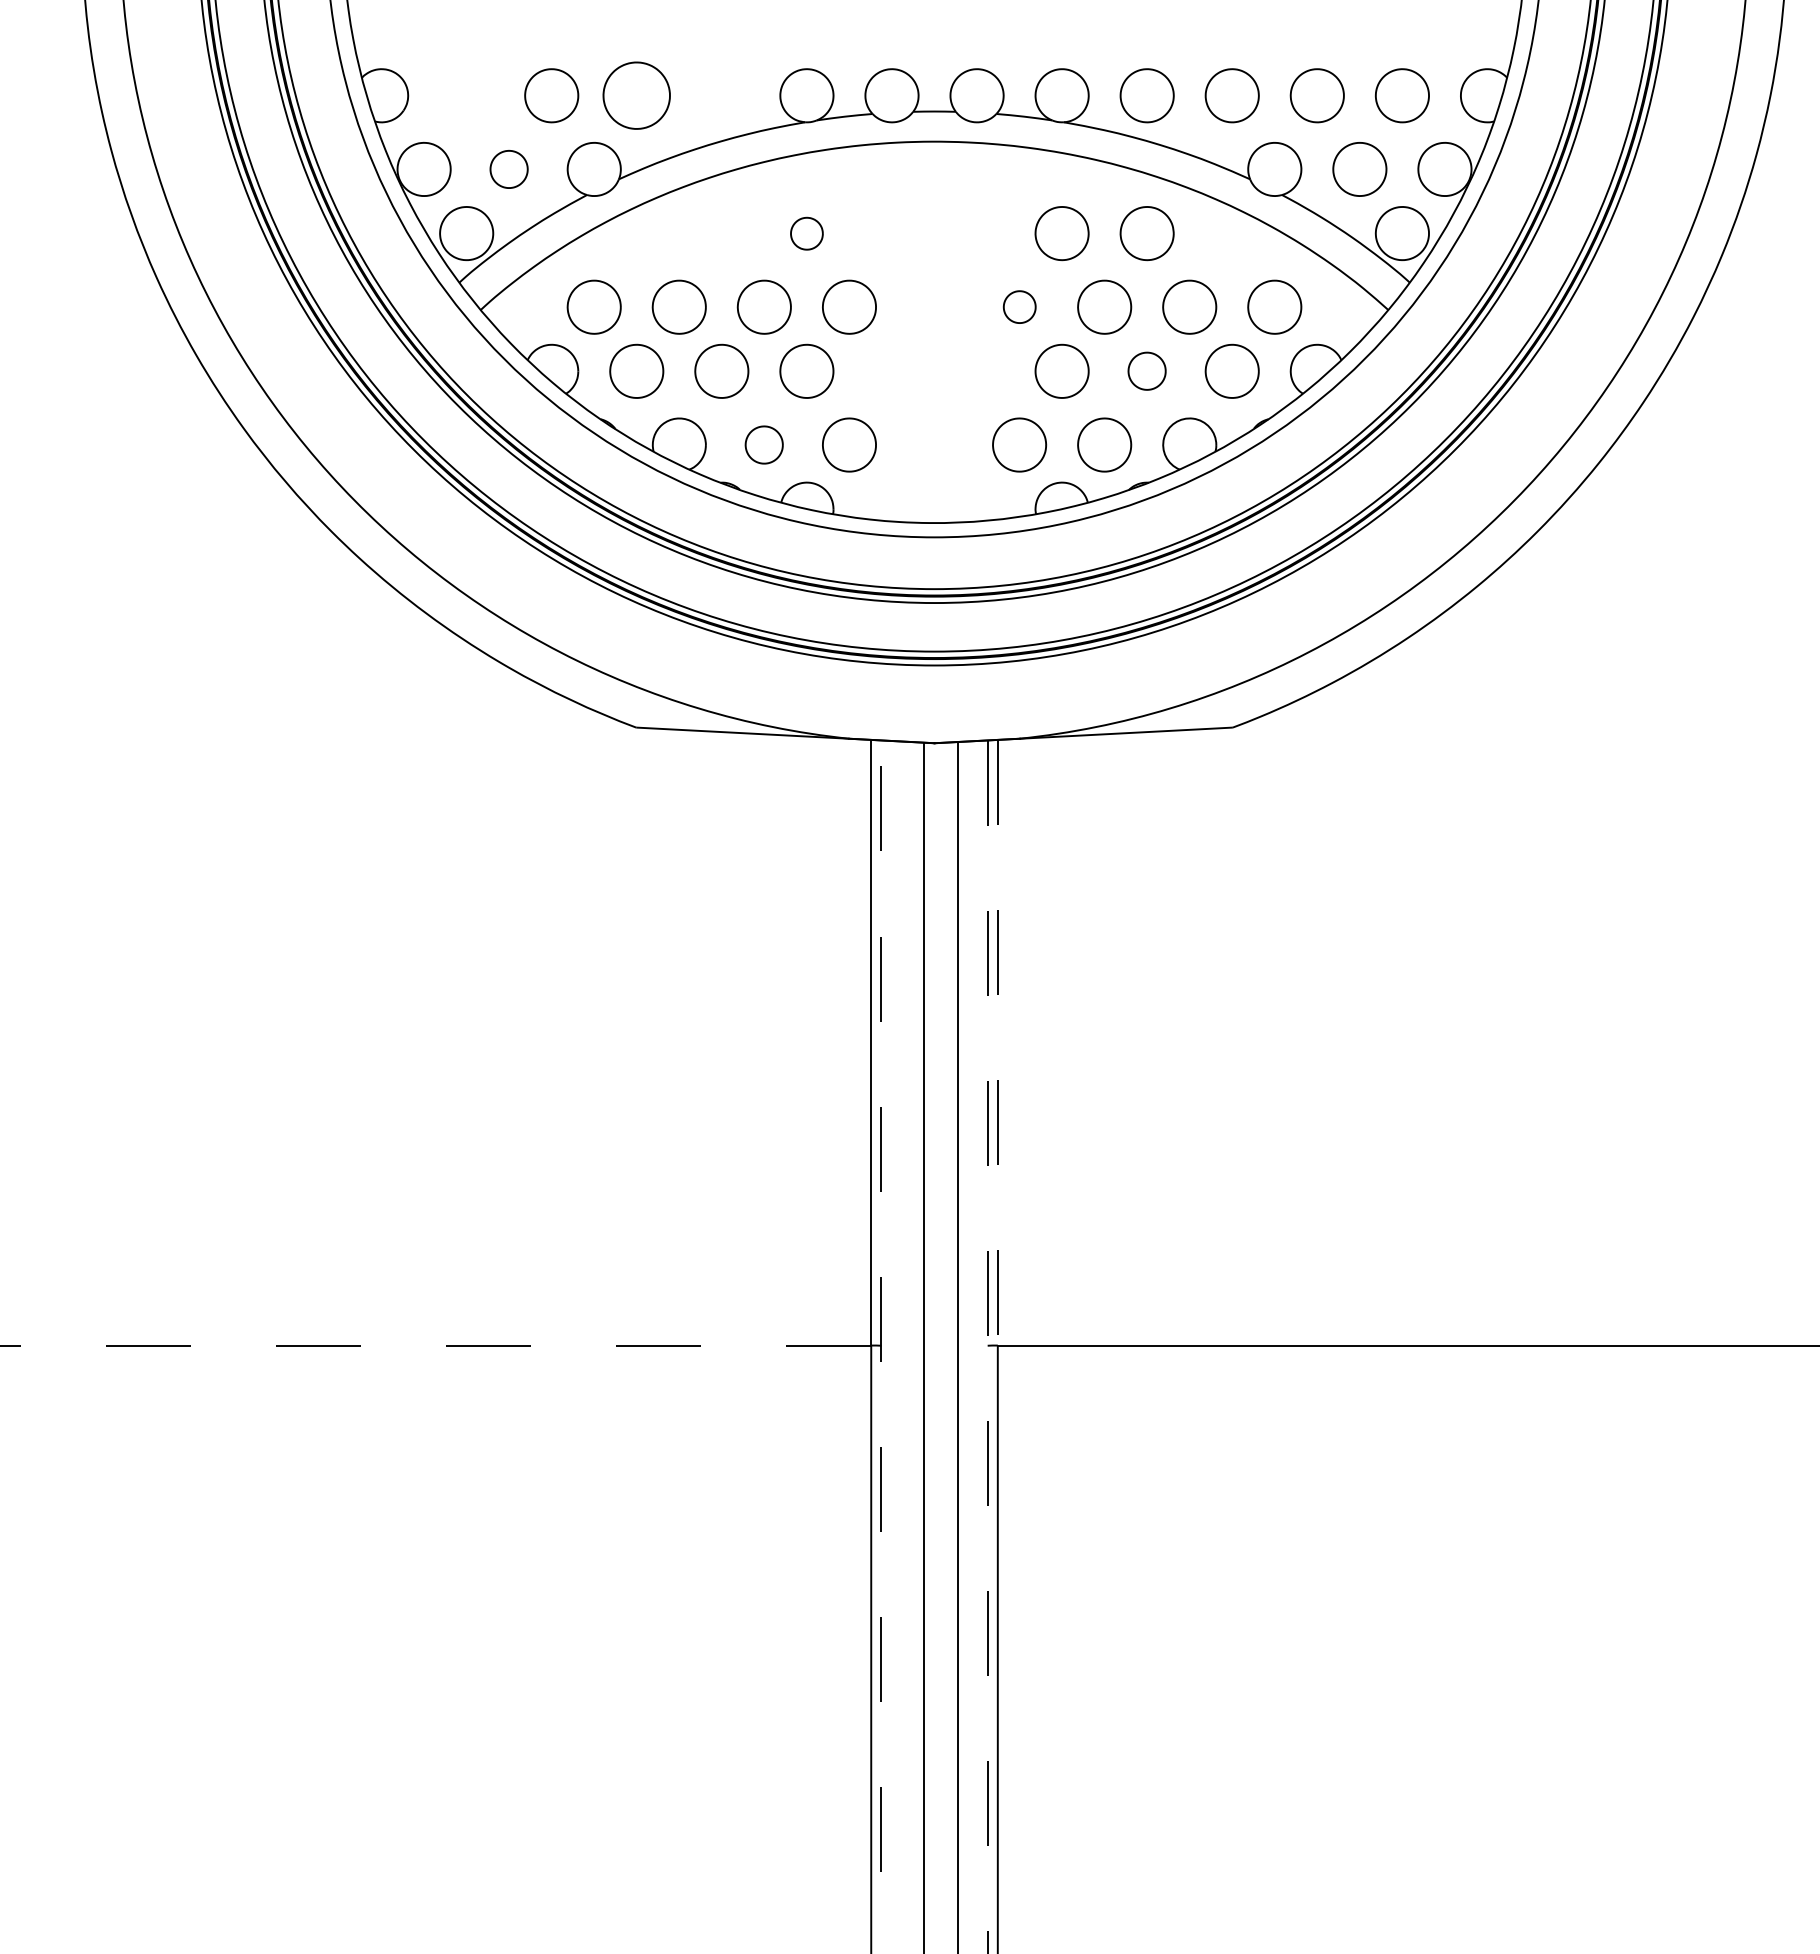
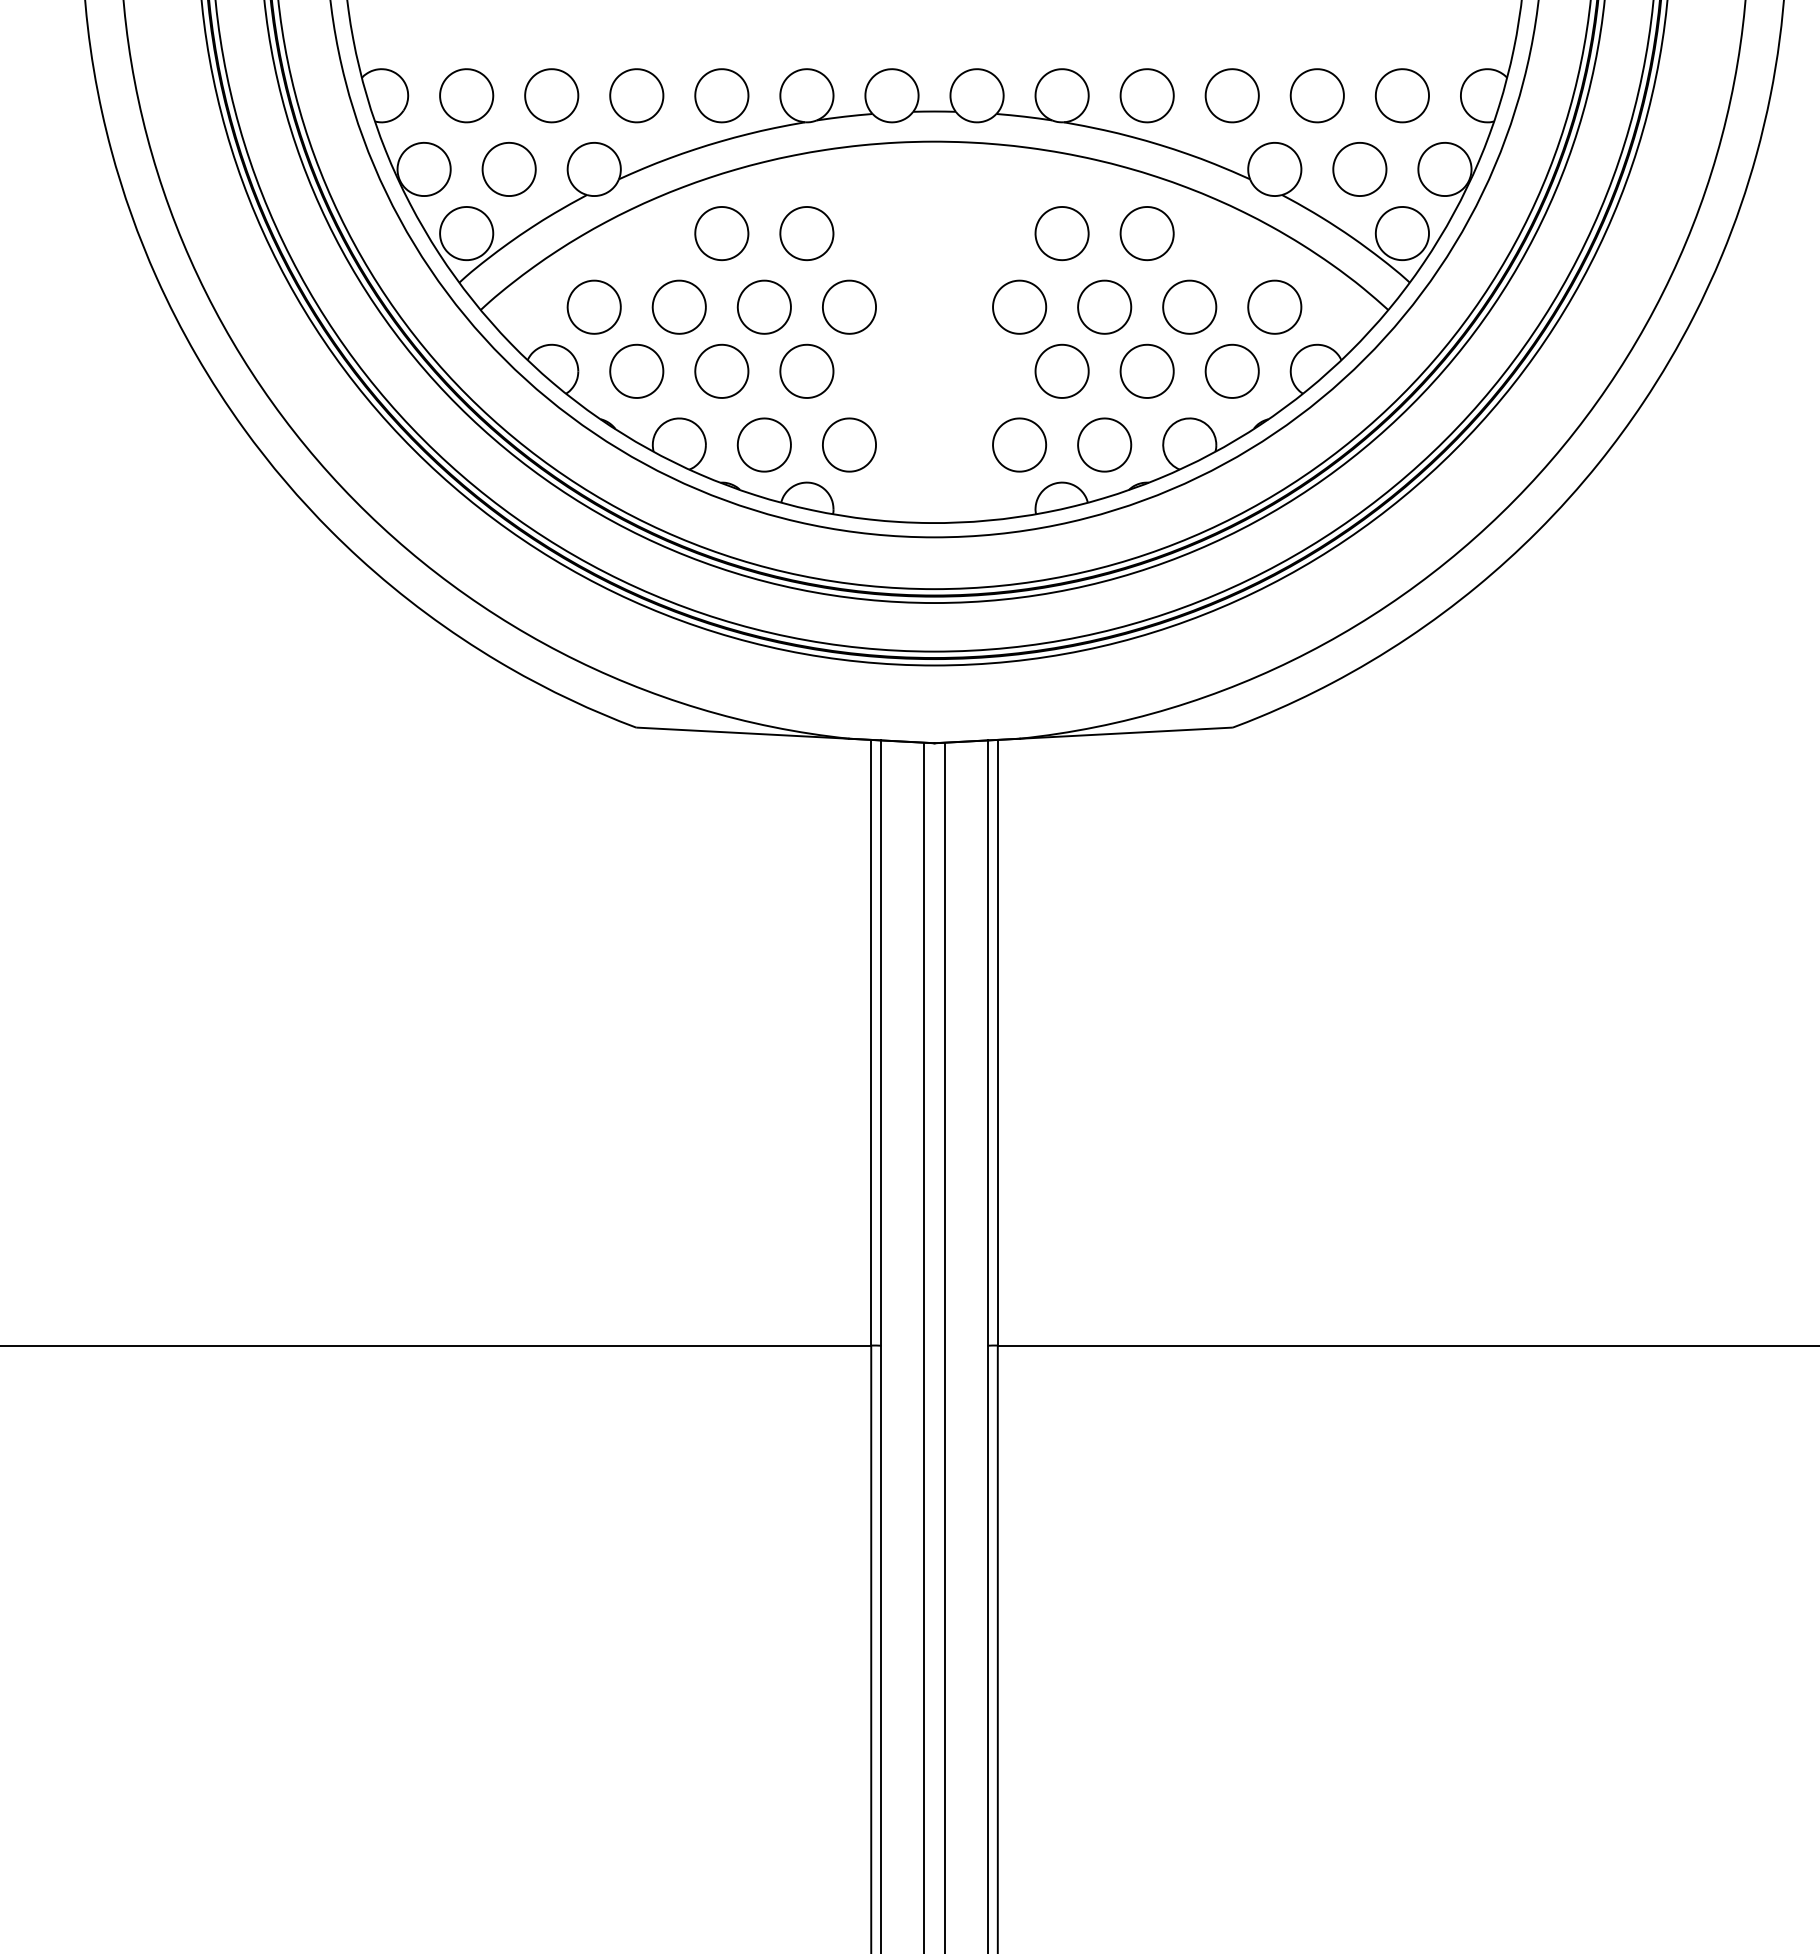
part at (466, 95): none -> present
part at (636, 95) size: 69x69 px -> 56x56 px
part at (721, 95): none -> present
part at (508, 169) size: 40x39 px -> 56x55 px
part at (721, 233): none -> present
part at (806, 233) size: 34x35 px -> 56x56 px
part at (1019, 306) size: 35x34 px -> 56x56 px
part at (1146, 370) size: 40x40 px -> 56x56 px
part at (763, 444) size: 40x40 px -> 56x56 px
line at (997, 1042): dashed -> solid
line at (435, 1345): dashed -> solid
line at (881, 1346): dashed -> solid
line at (958, 1346) position: (958, 1346) -> (945, 1346)
line at (987, 1347): dashed -> solid
